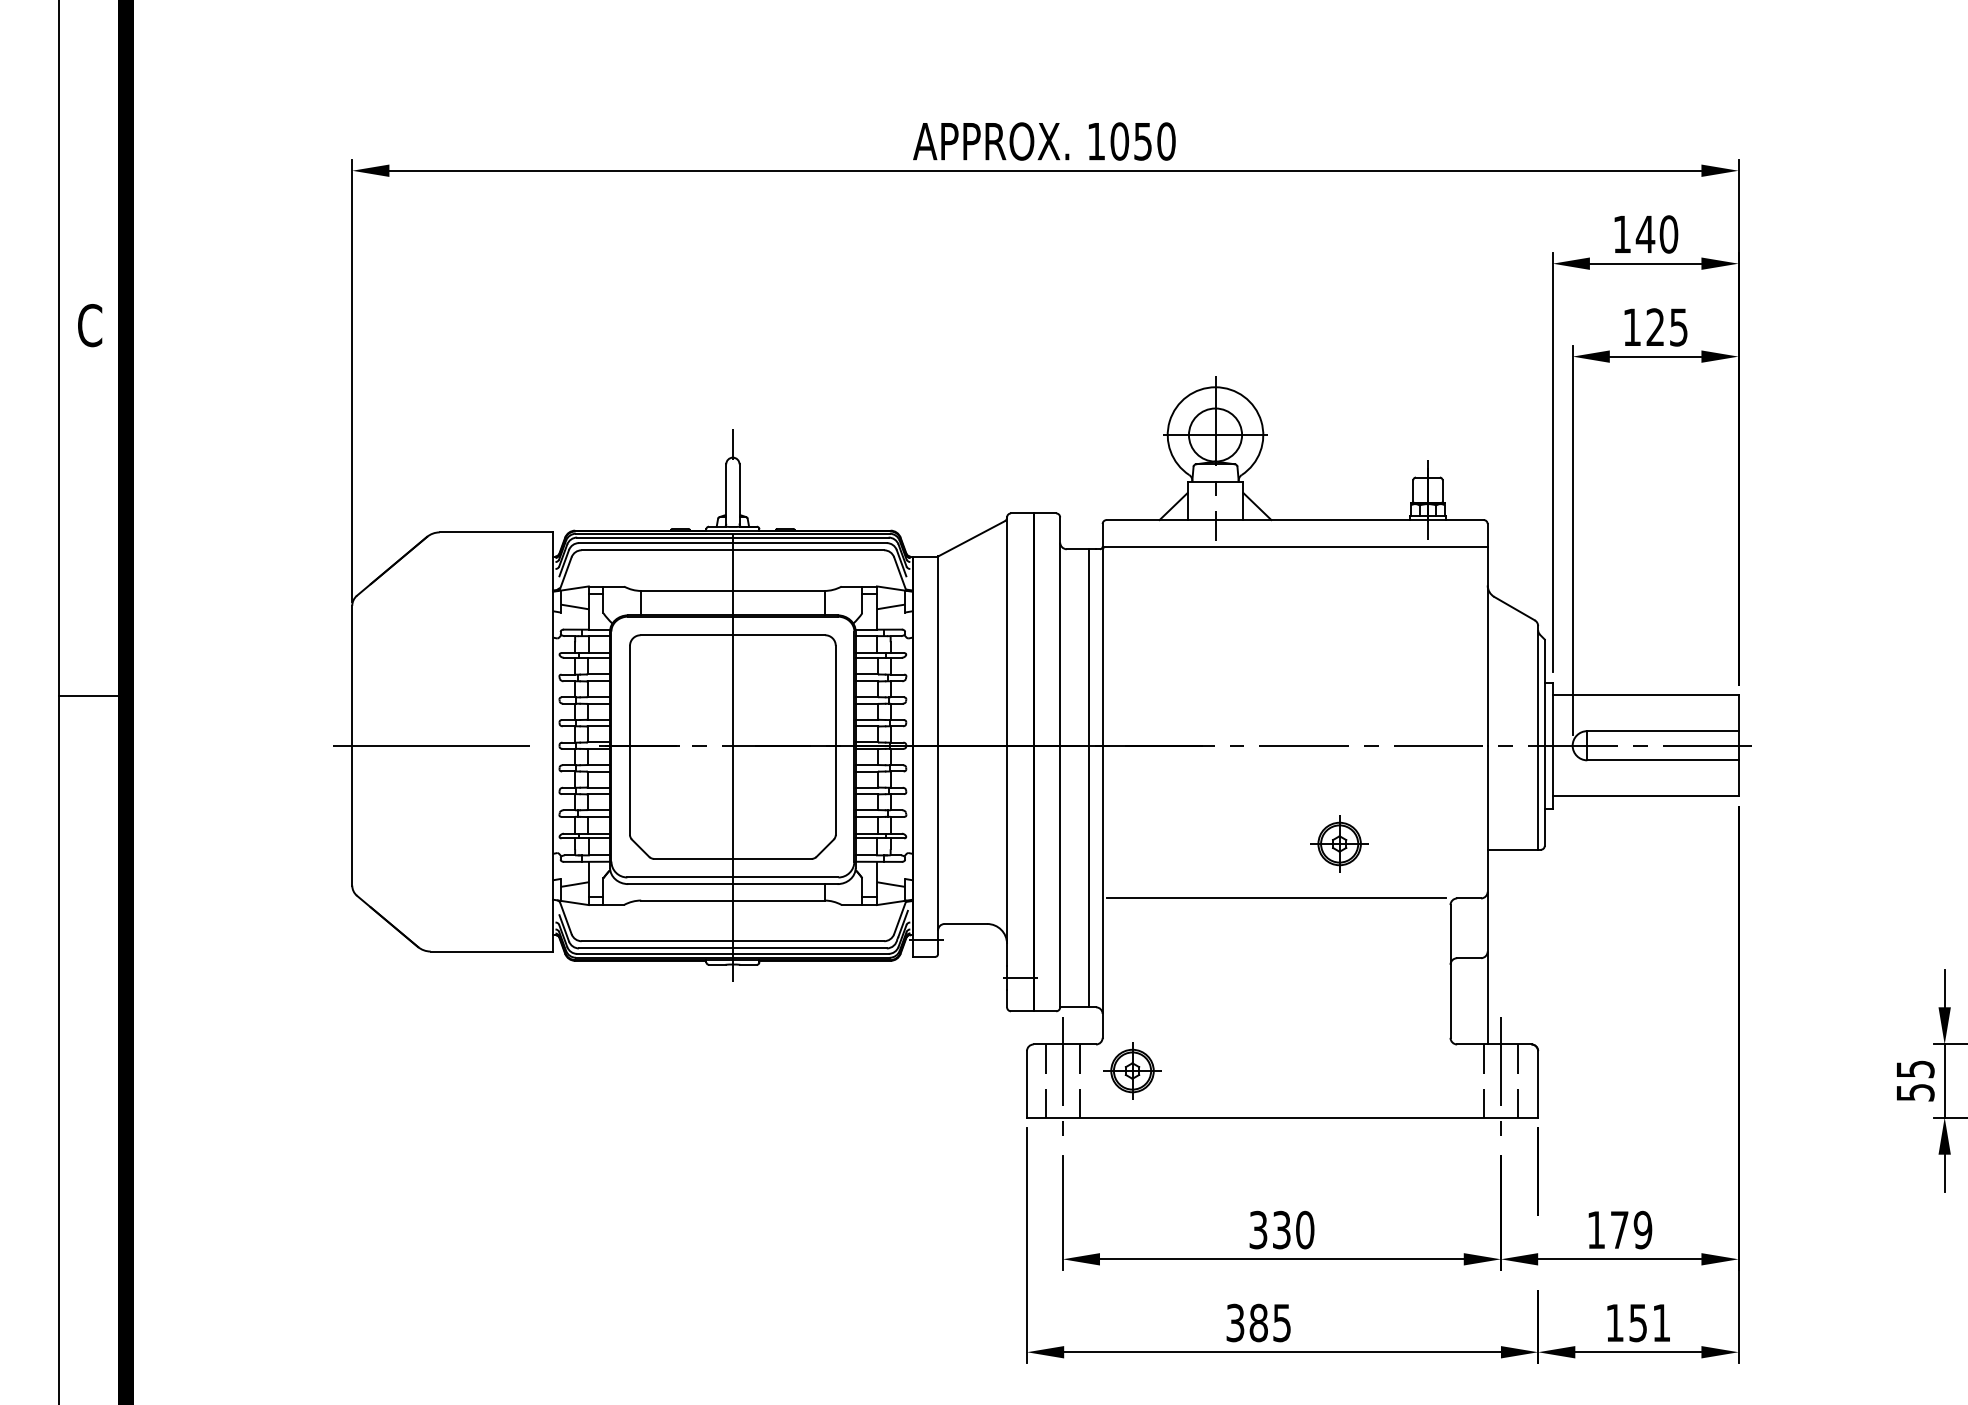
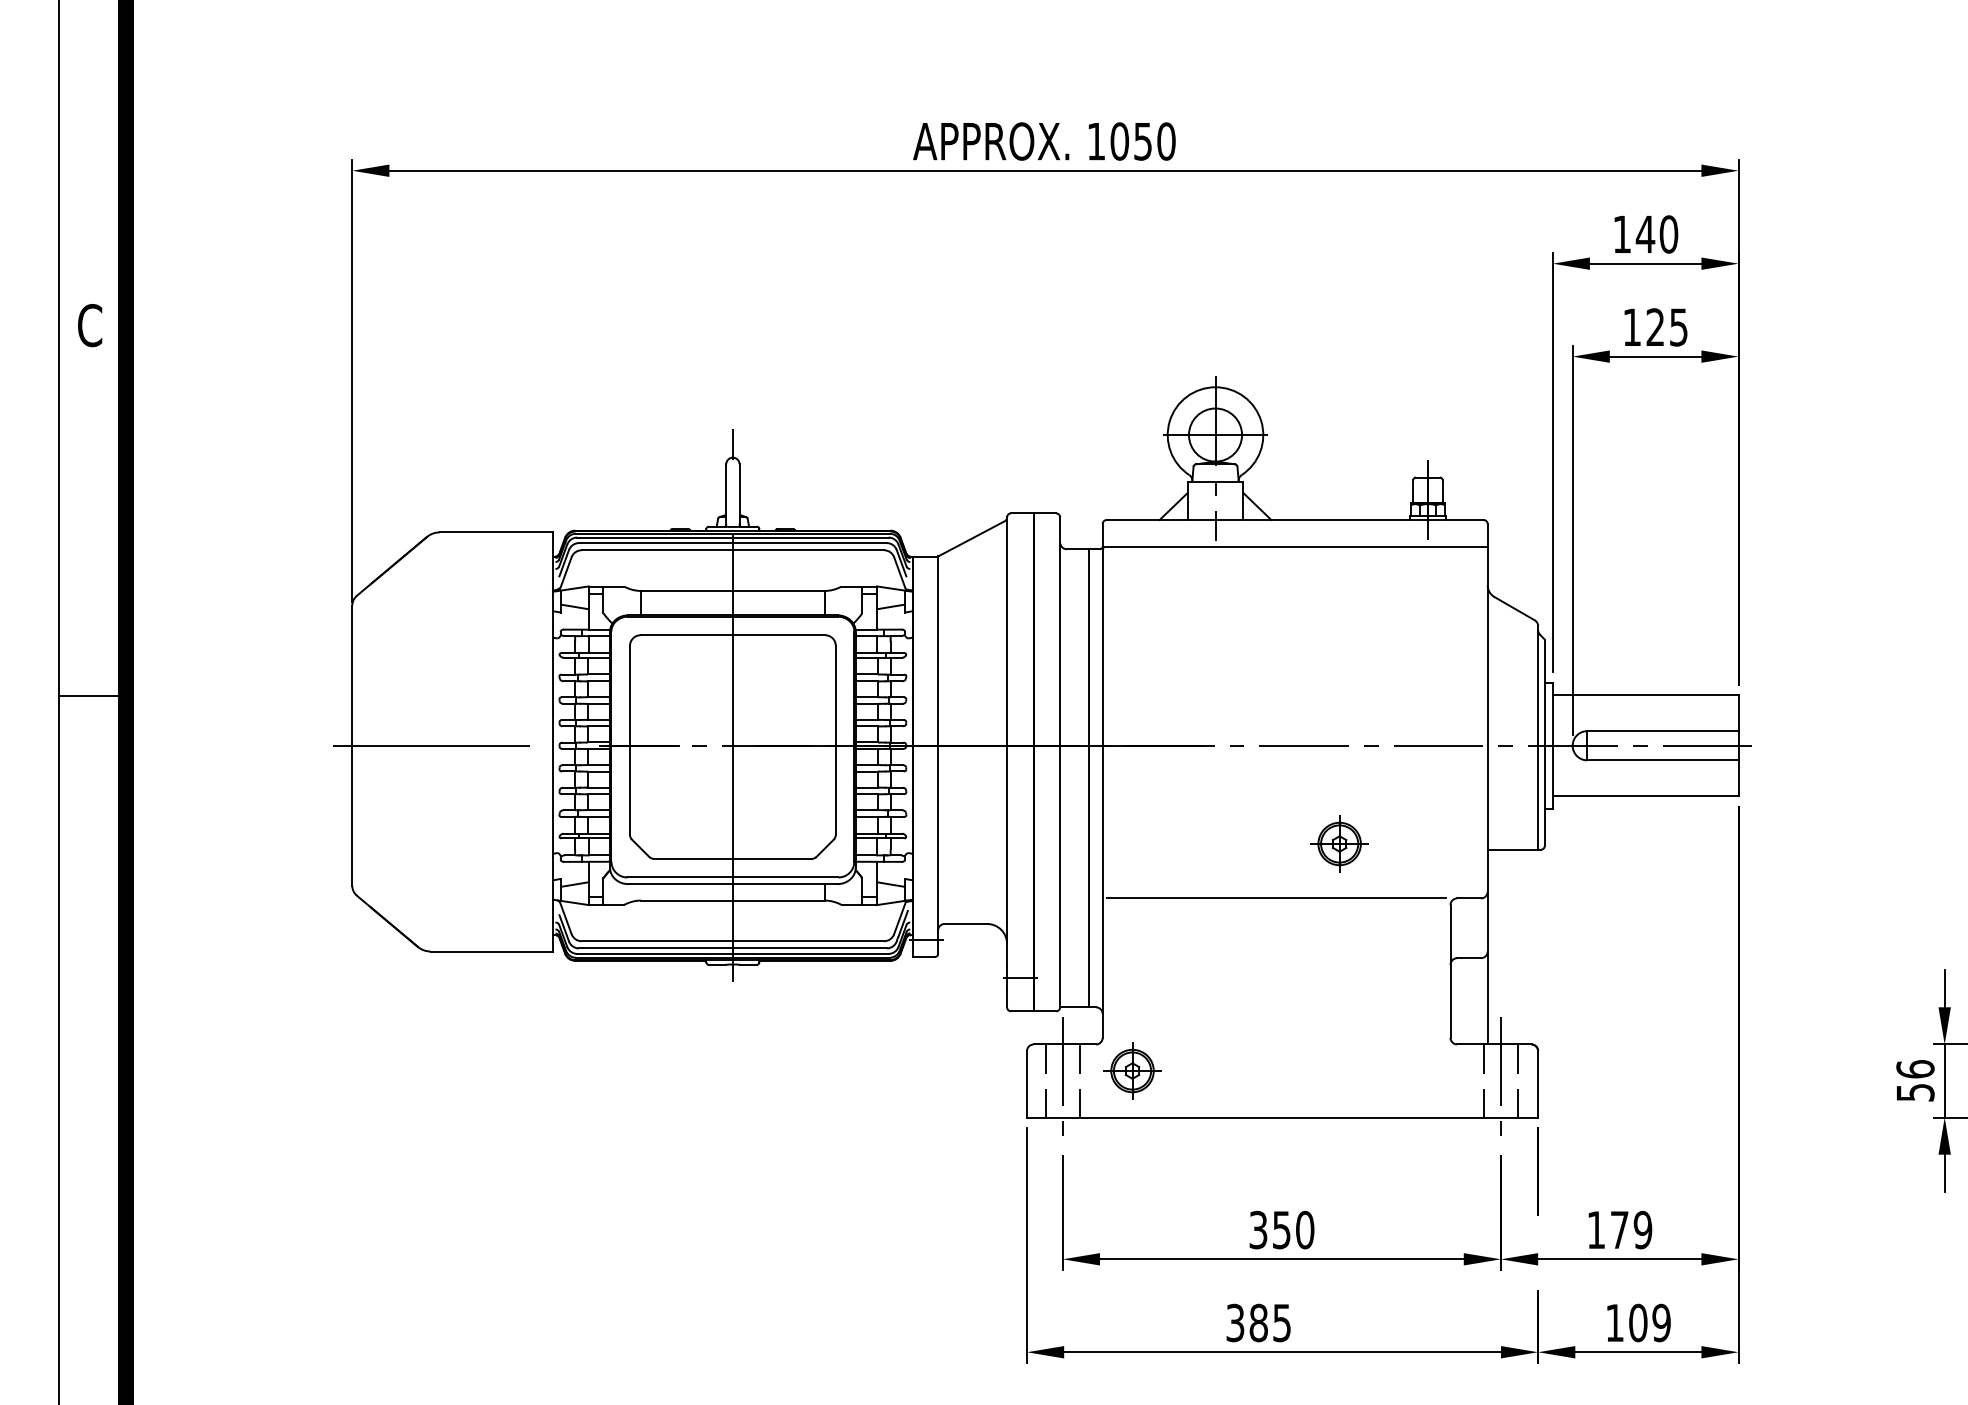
text at (1915, 1069): 55 -> 56
text at (1281, 1229): 330 -> 350
text at (1649, 1322): 151 -> 109
